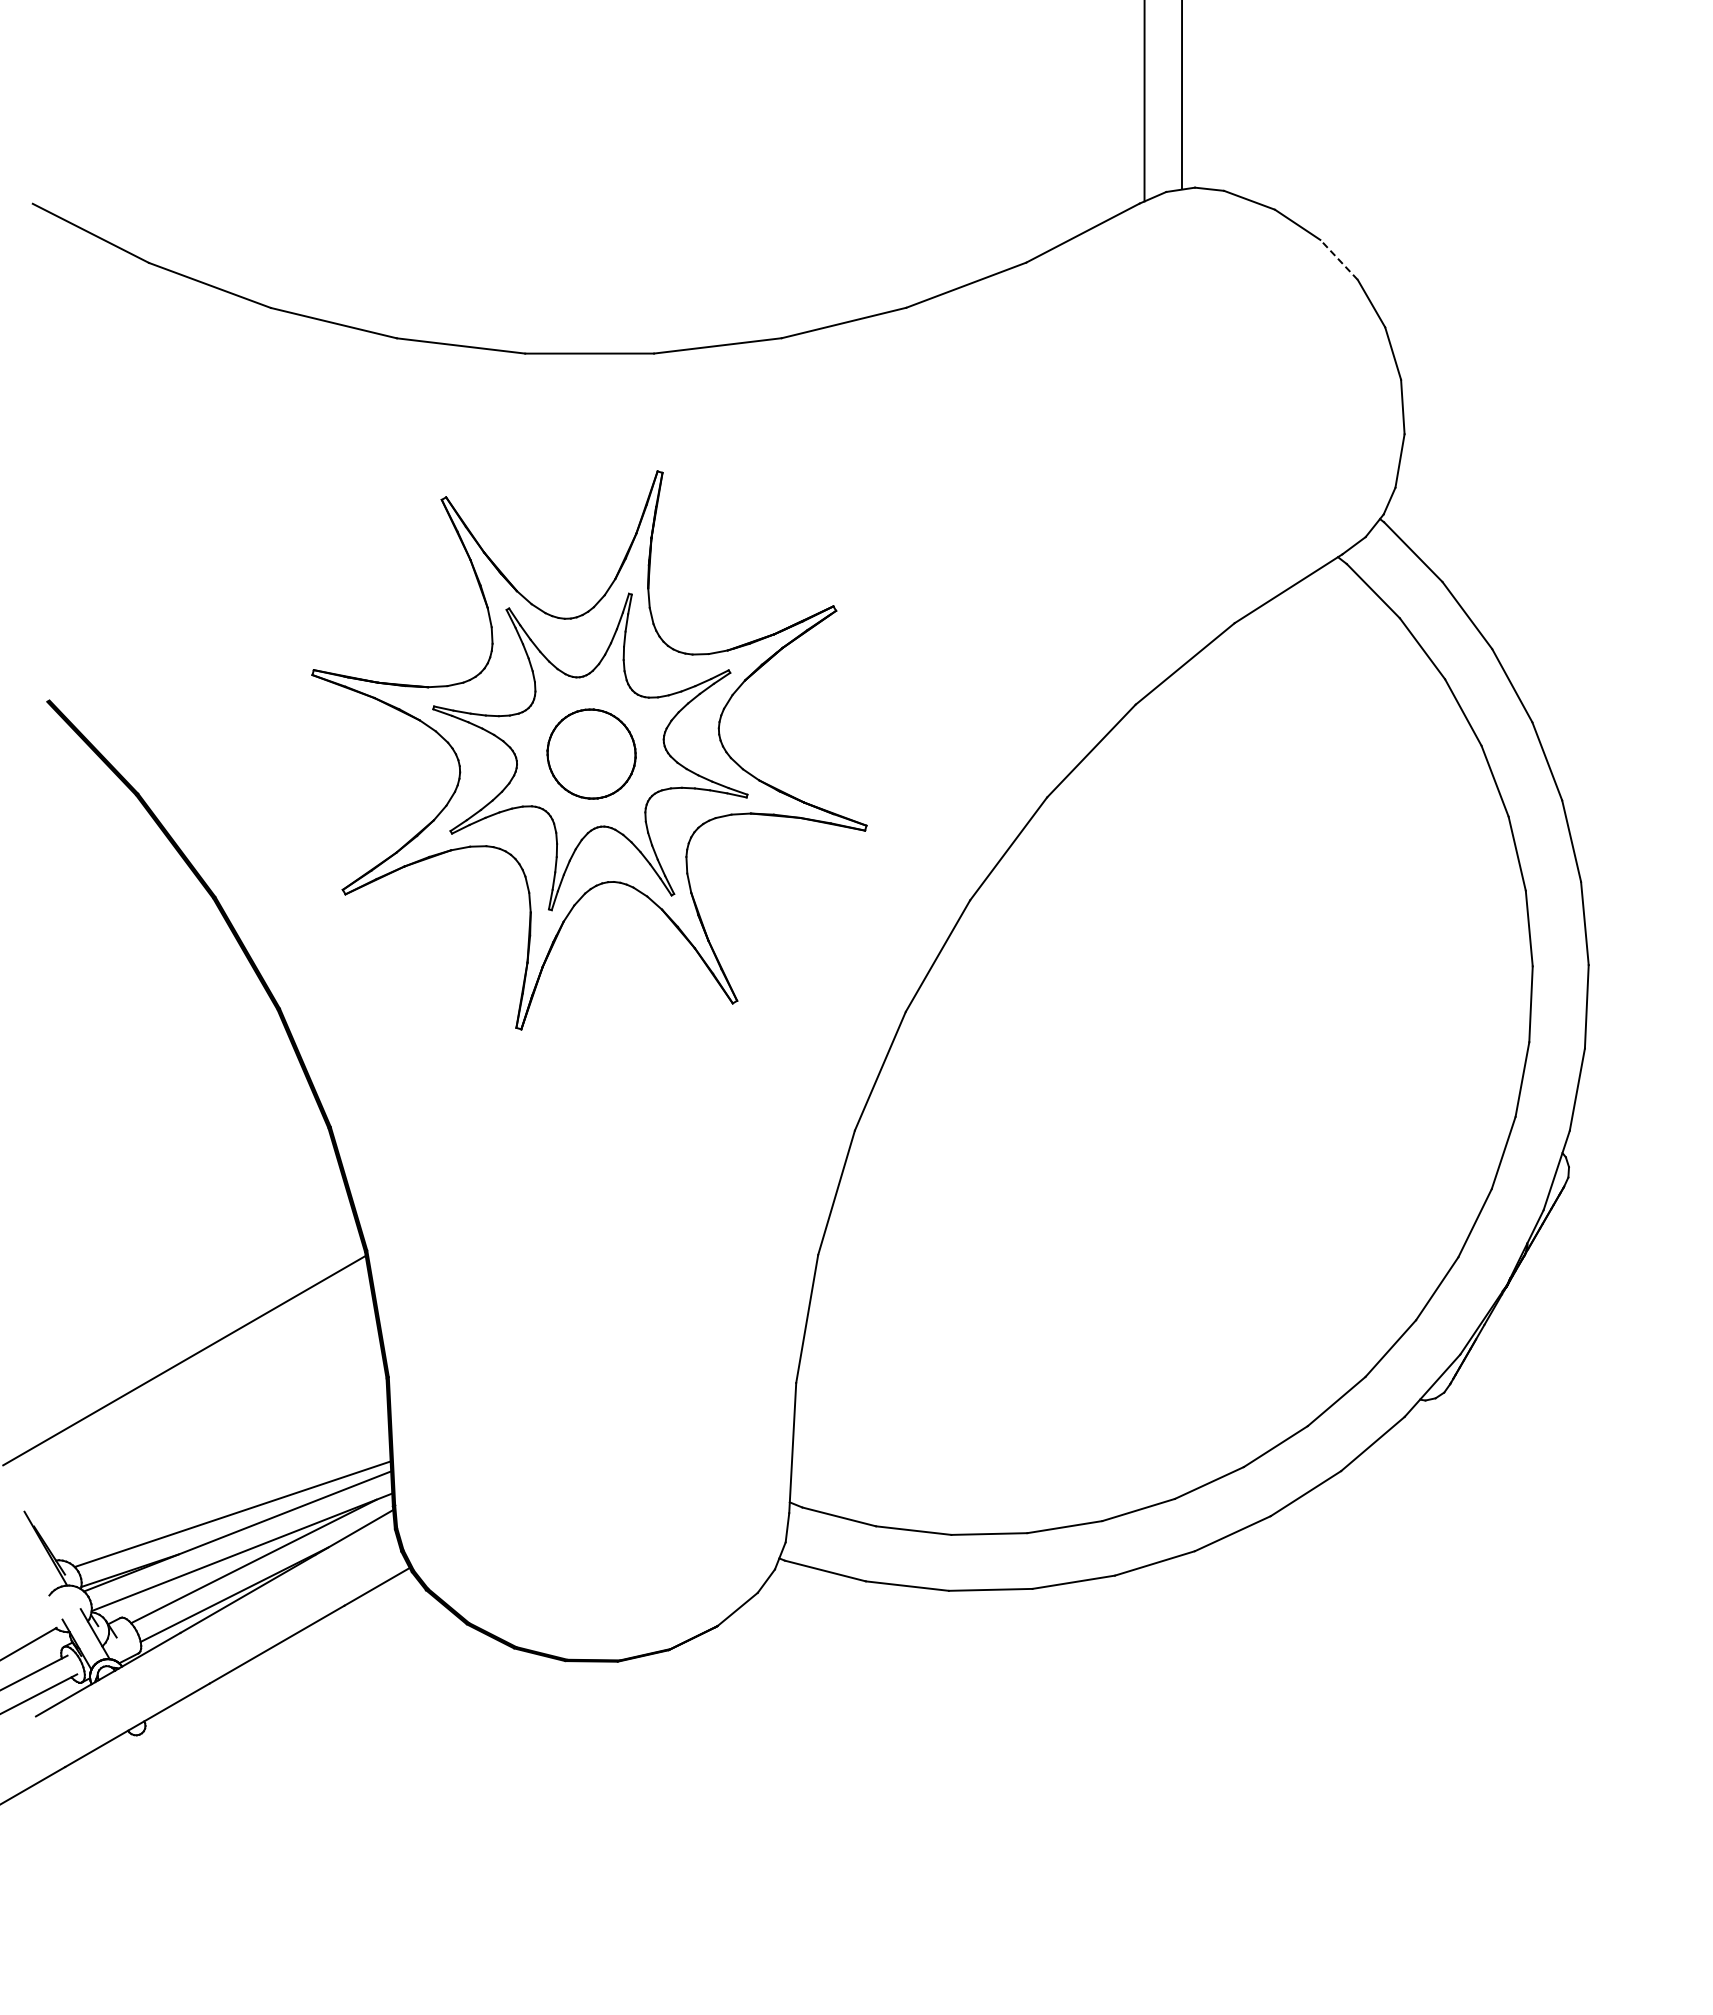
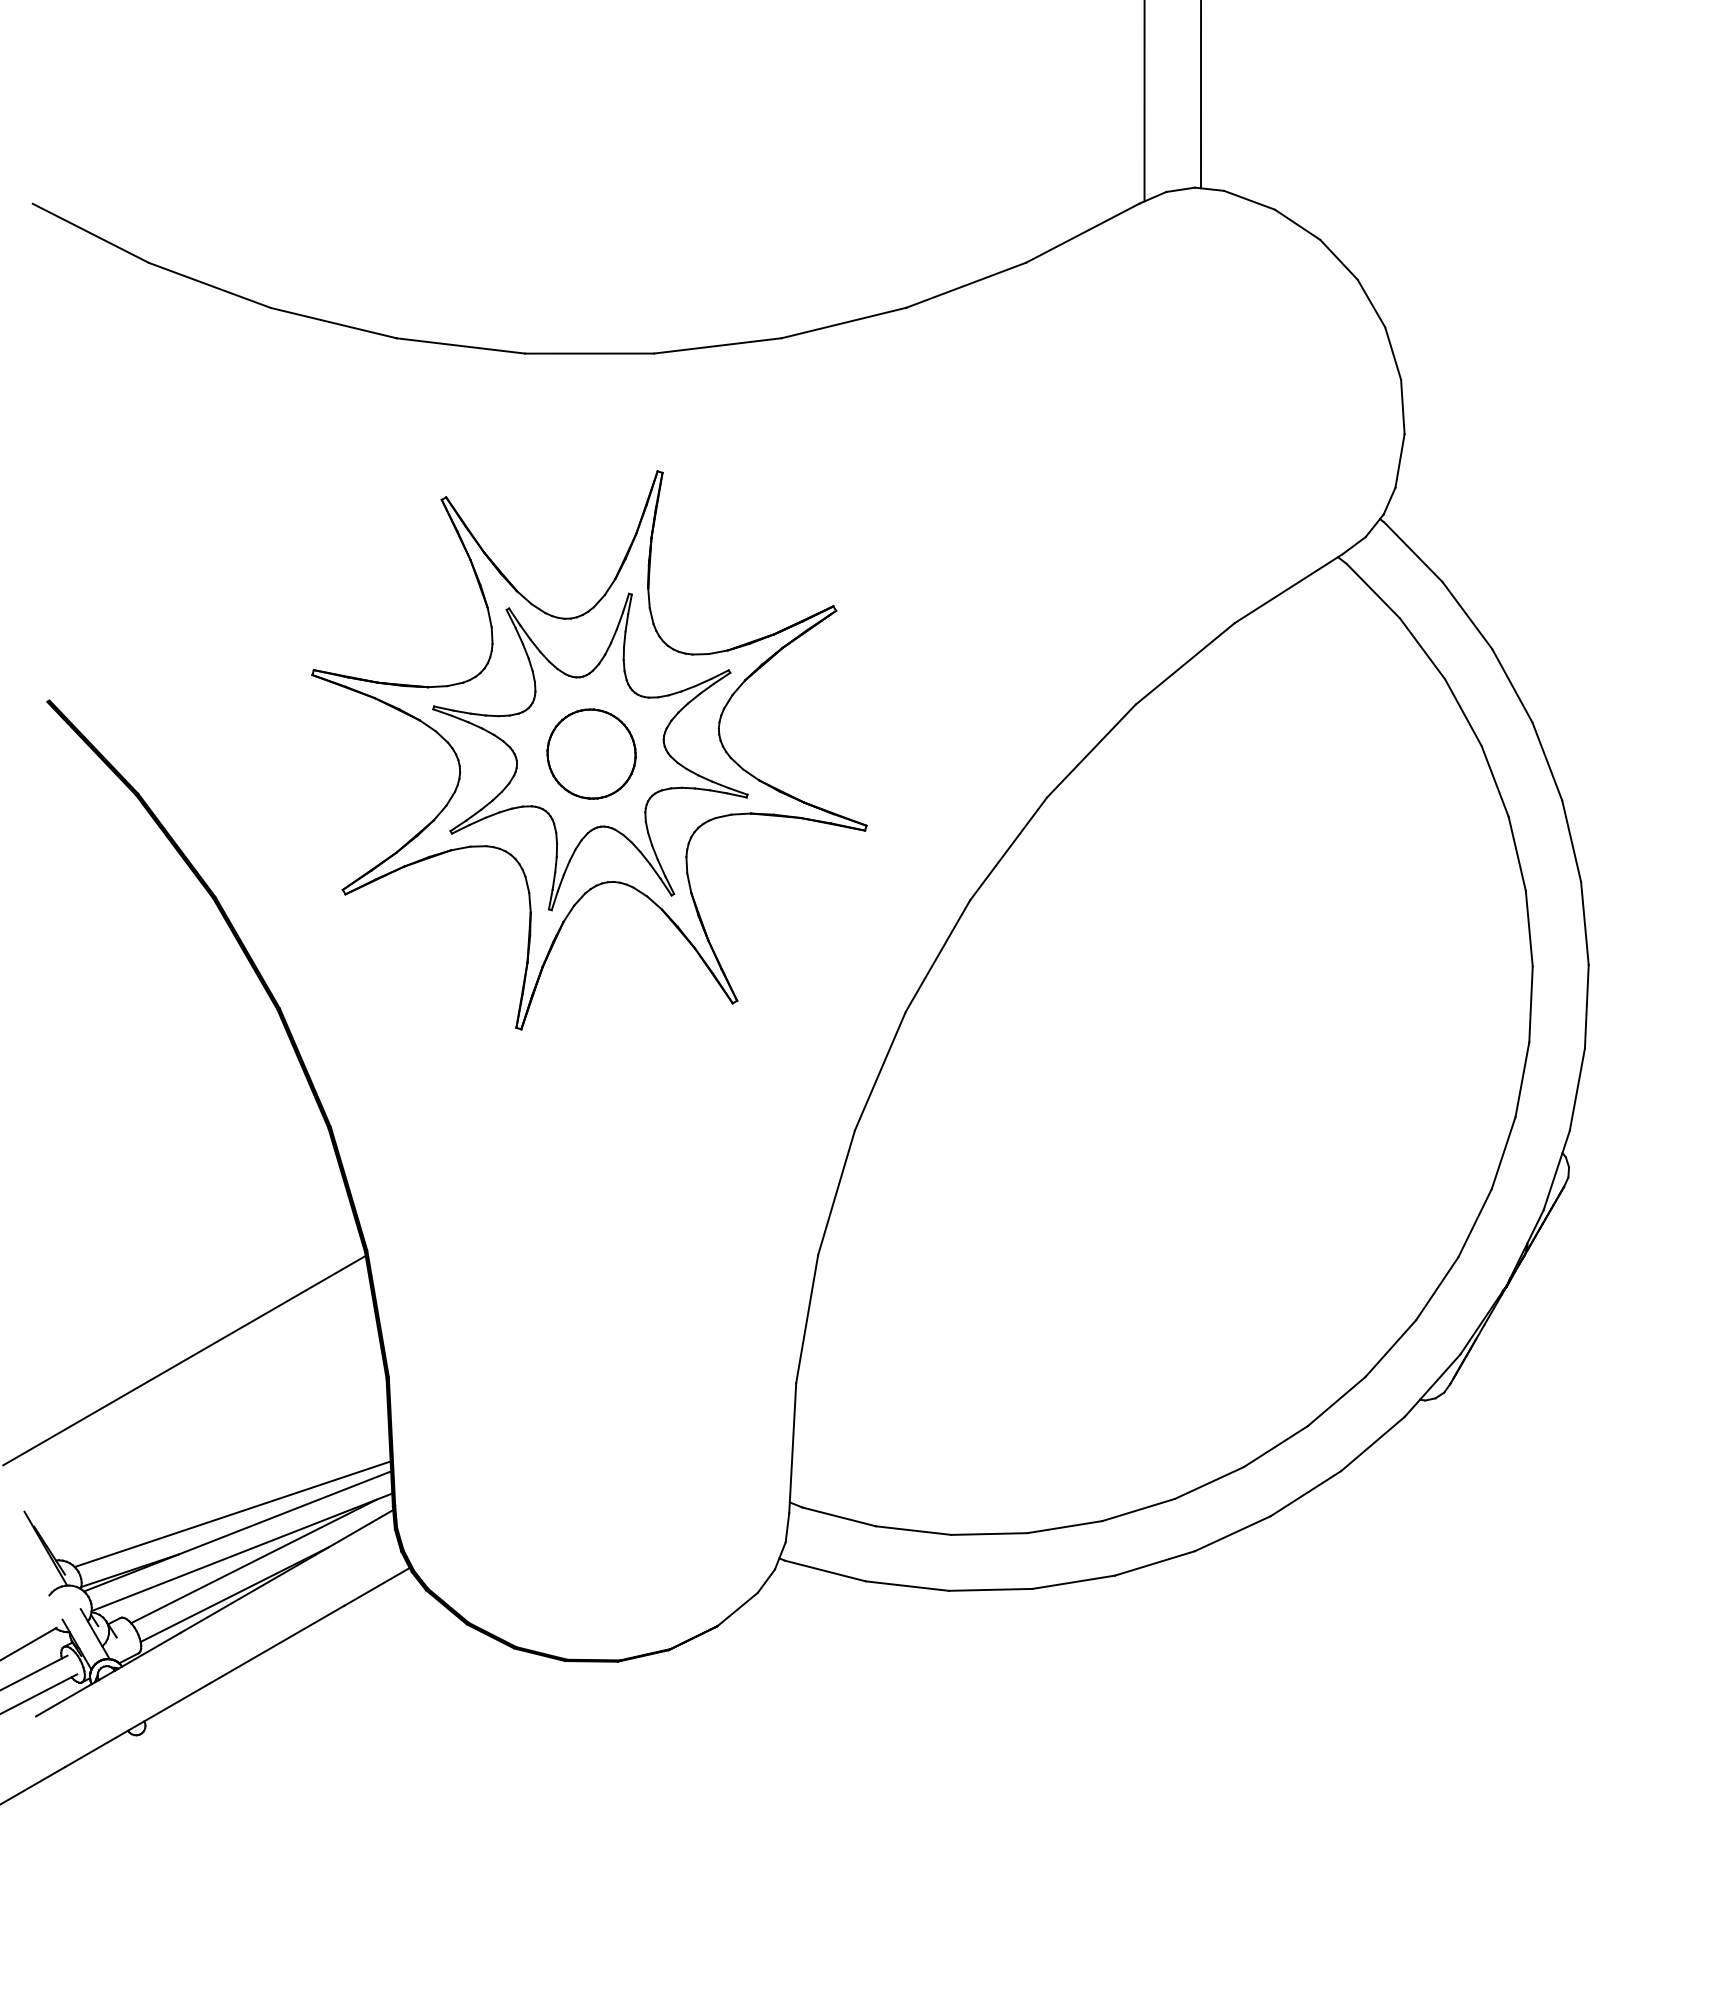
line at (1181, 95) position: (1181, 95) -> (1200, 95)
line at (1338, 259): dashed -> solid
